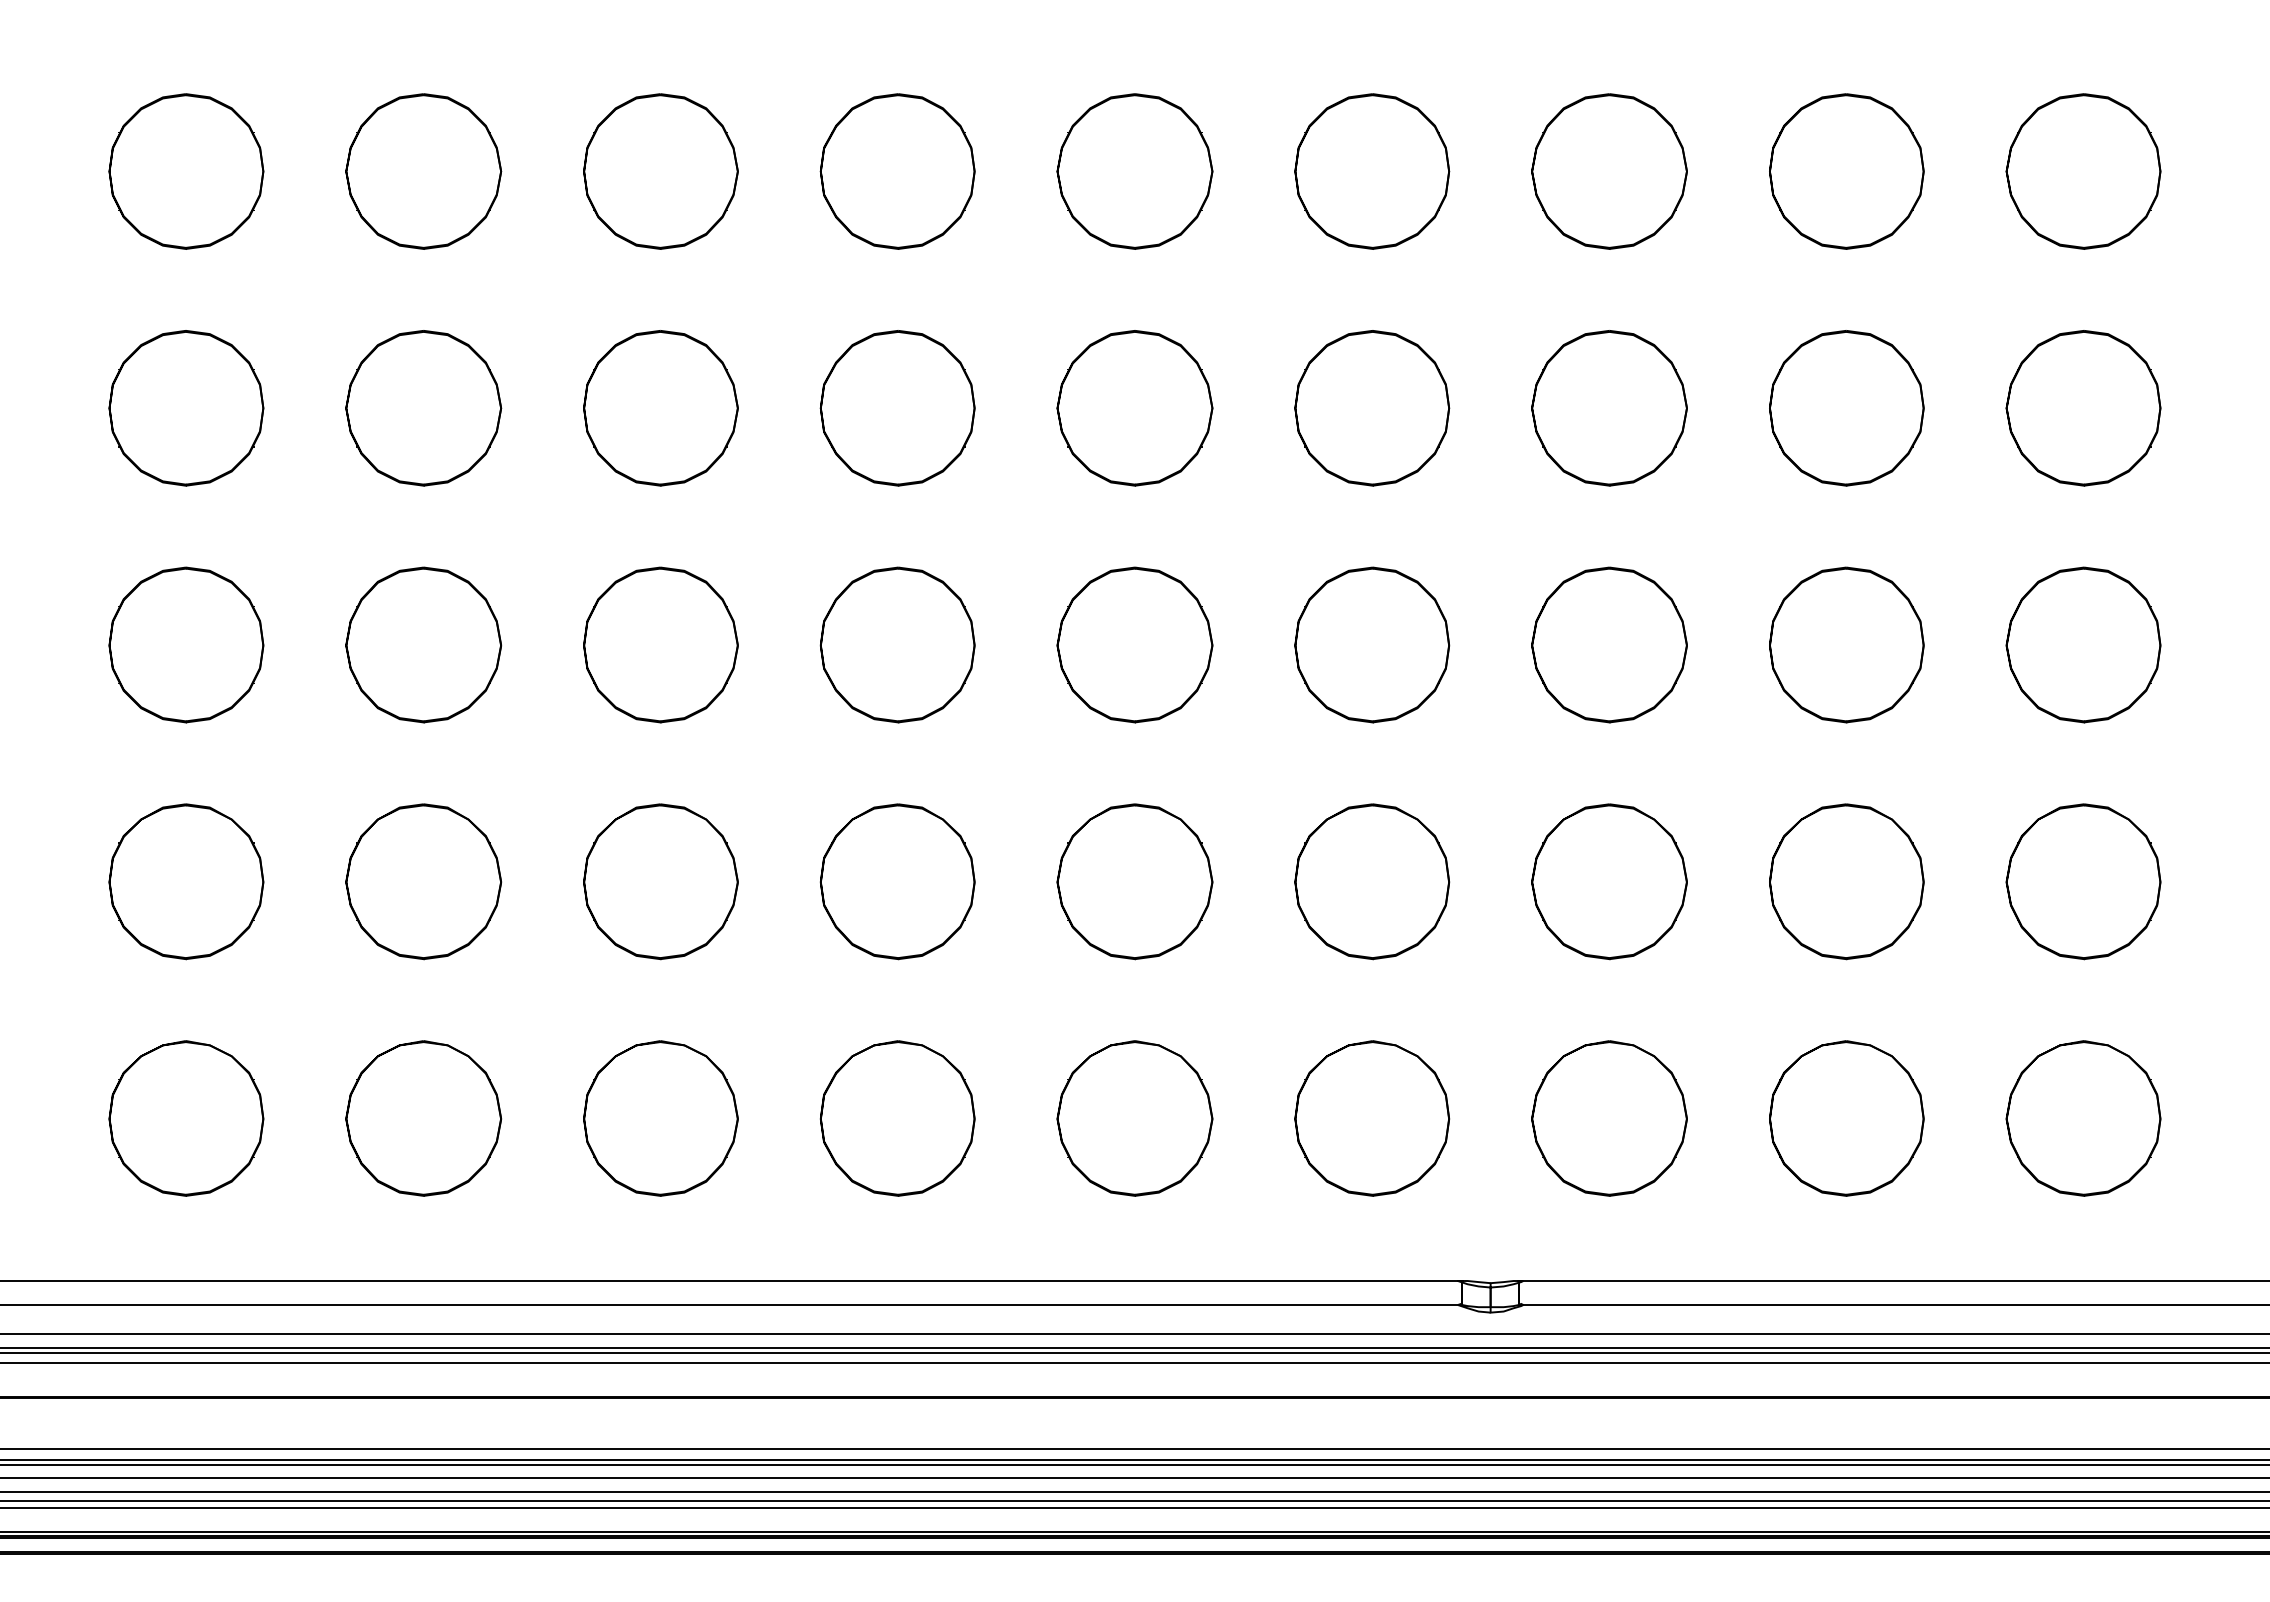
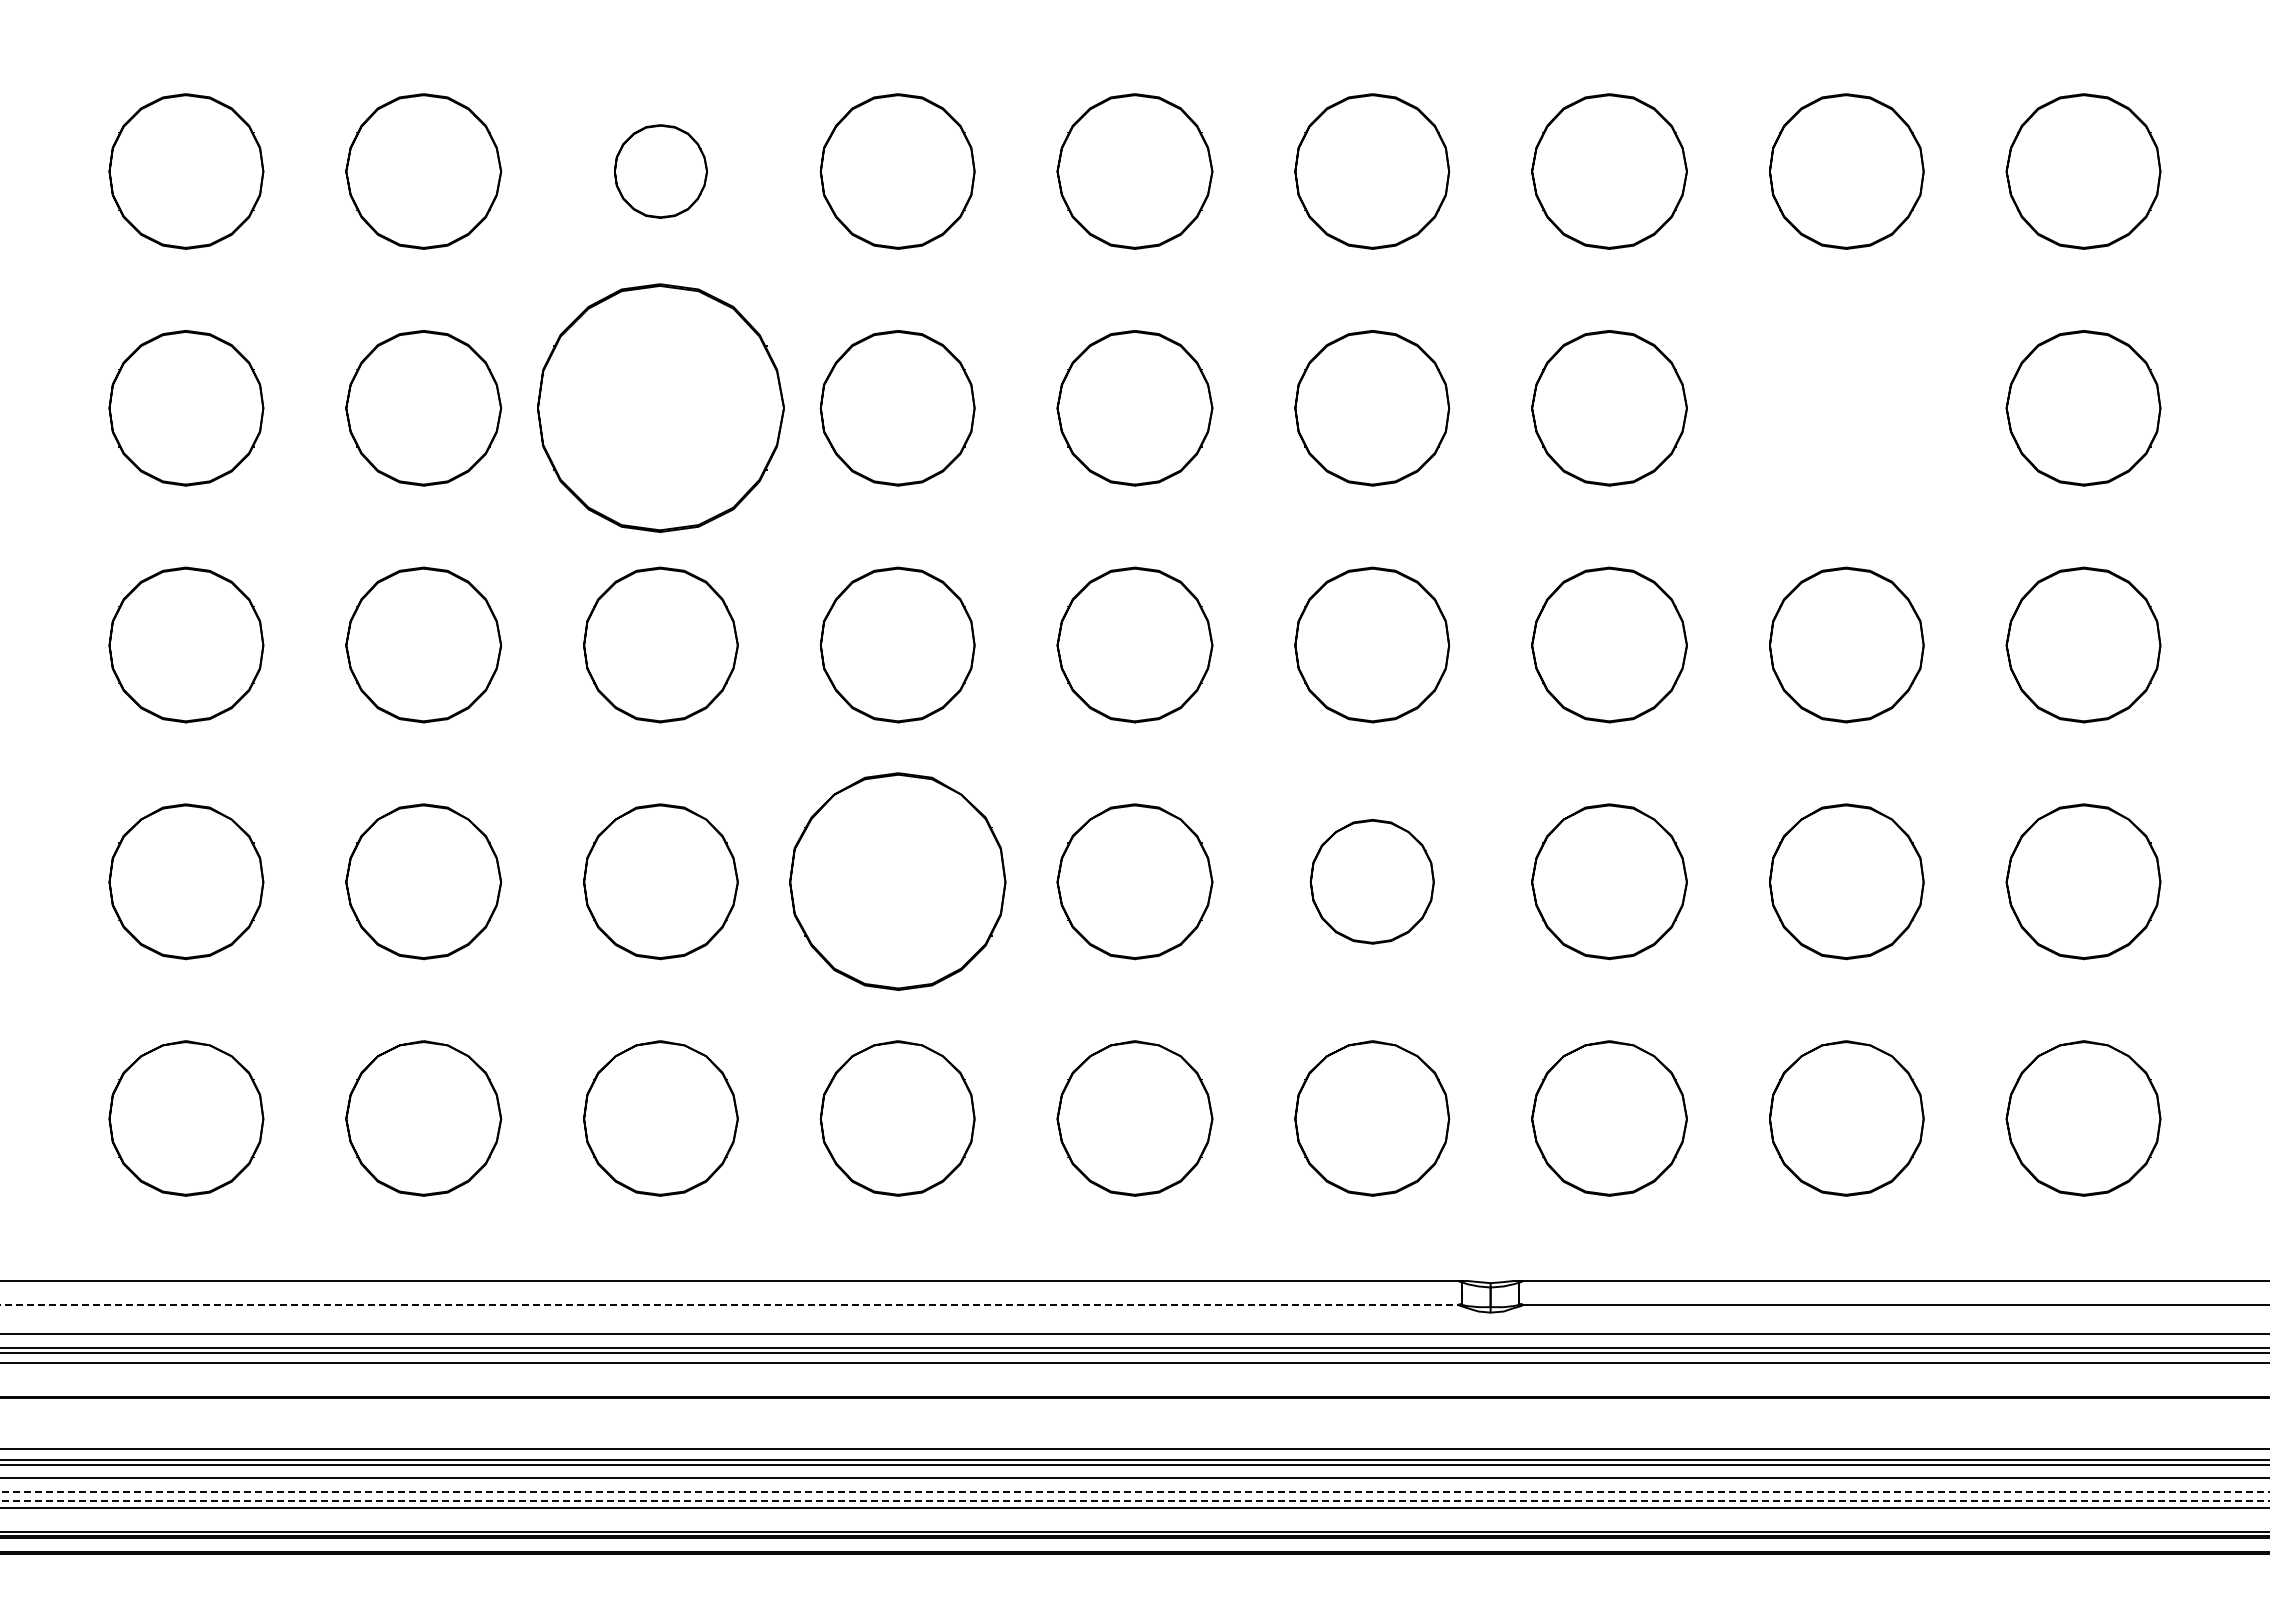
part at (660, 171) size: 156x157 px -> 96x95 px
part at (660, 408) size: 156x157 px -> 248x250 px
part at (1846, 408): present -> none
part at (897, 881) size: 157x158 px -> 218x219 px
part at (1372, 881) size: 157x158 px -> 126x126 px
line at (744, 1305): solid -> dashed
line at (1134, 1491): solid -> dashed
line at (1134, 1501): solid -> dashed
